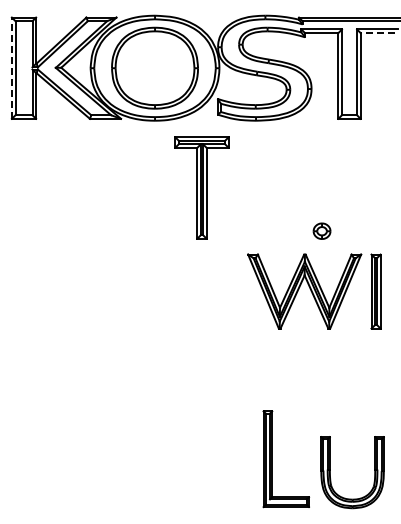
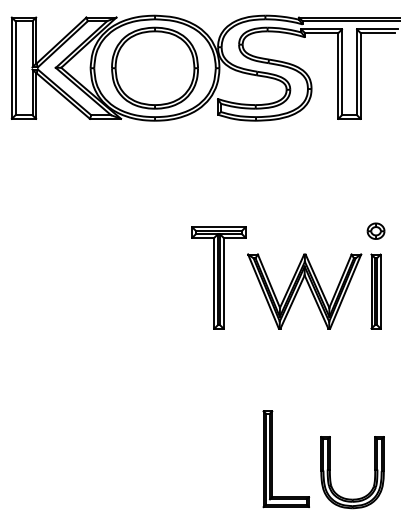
line at (377, 33): dashed -> solid
line at (11, 68): dashed -> solid
part at (201, 187) position: (201, 187) -> (218, 277)
part at (321, 230) position: (321, 230) -> (375, 230)
